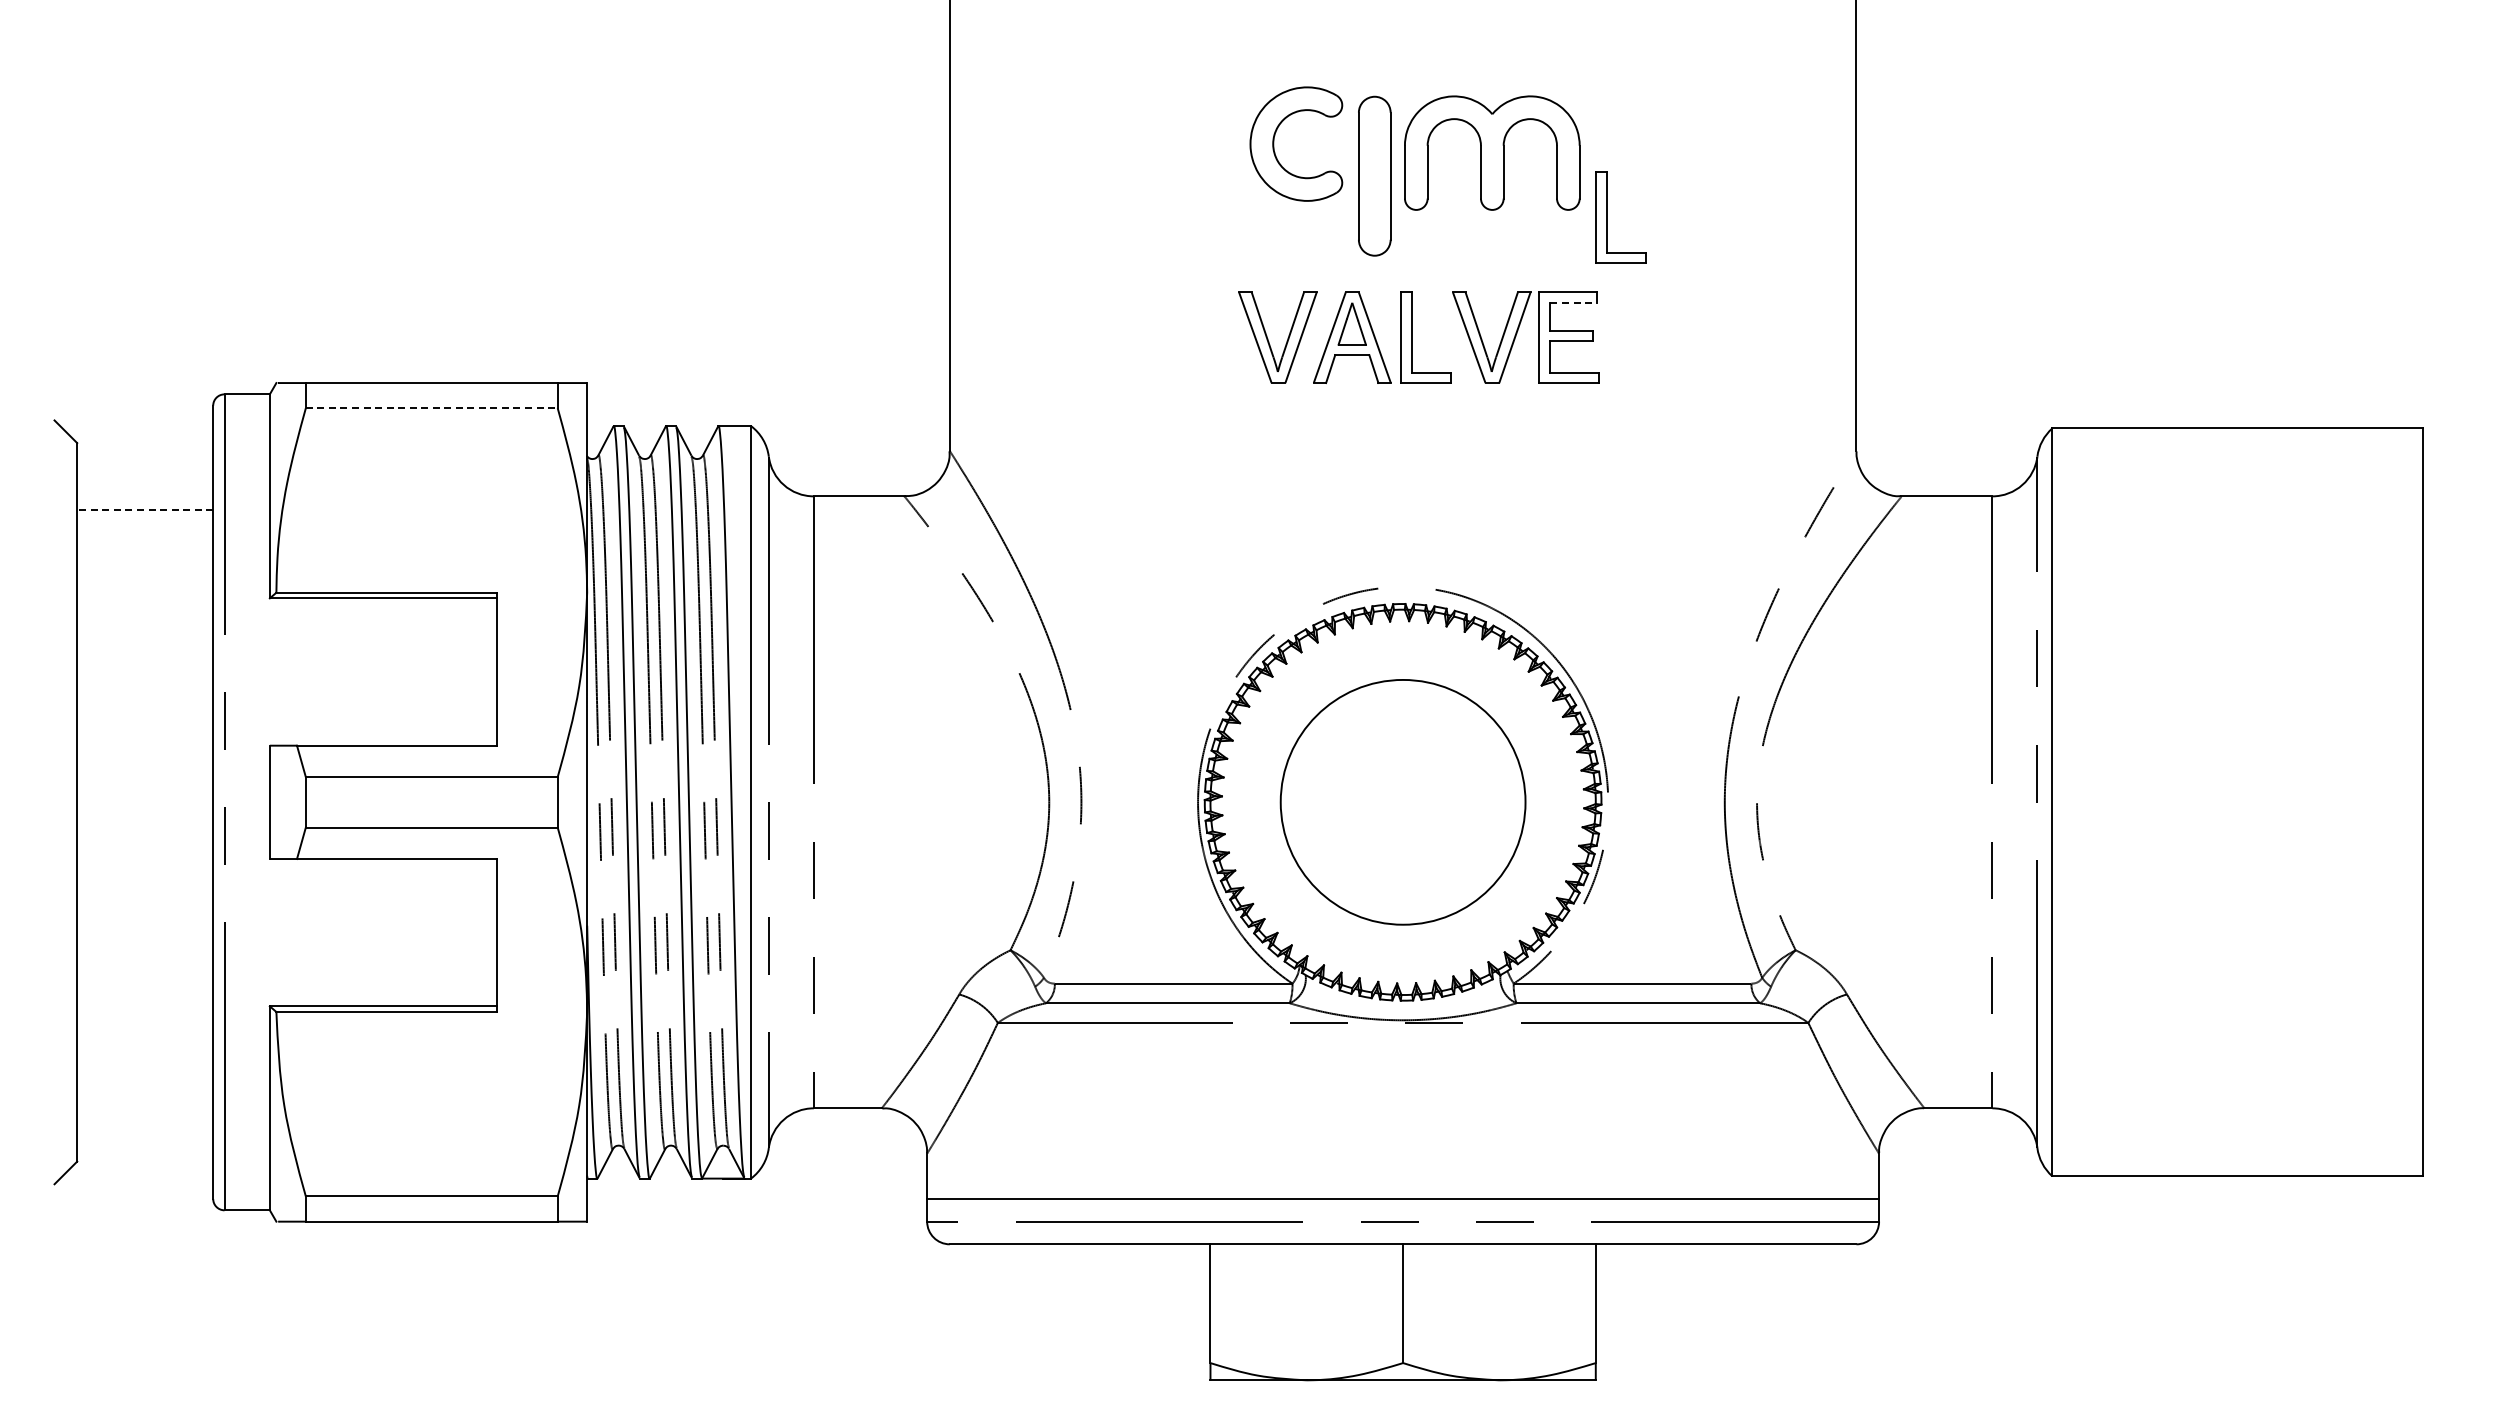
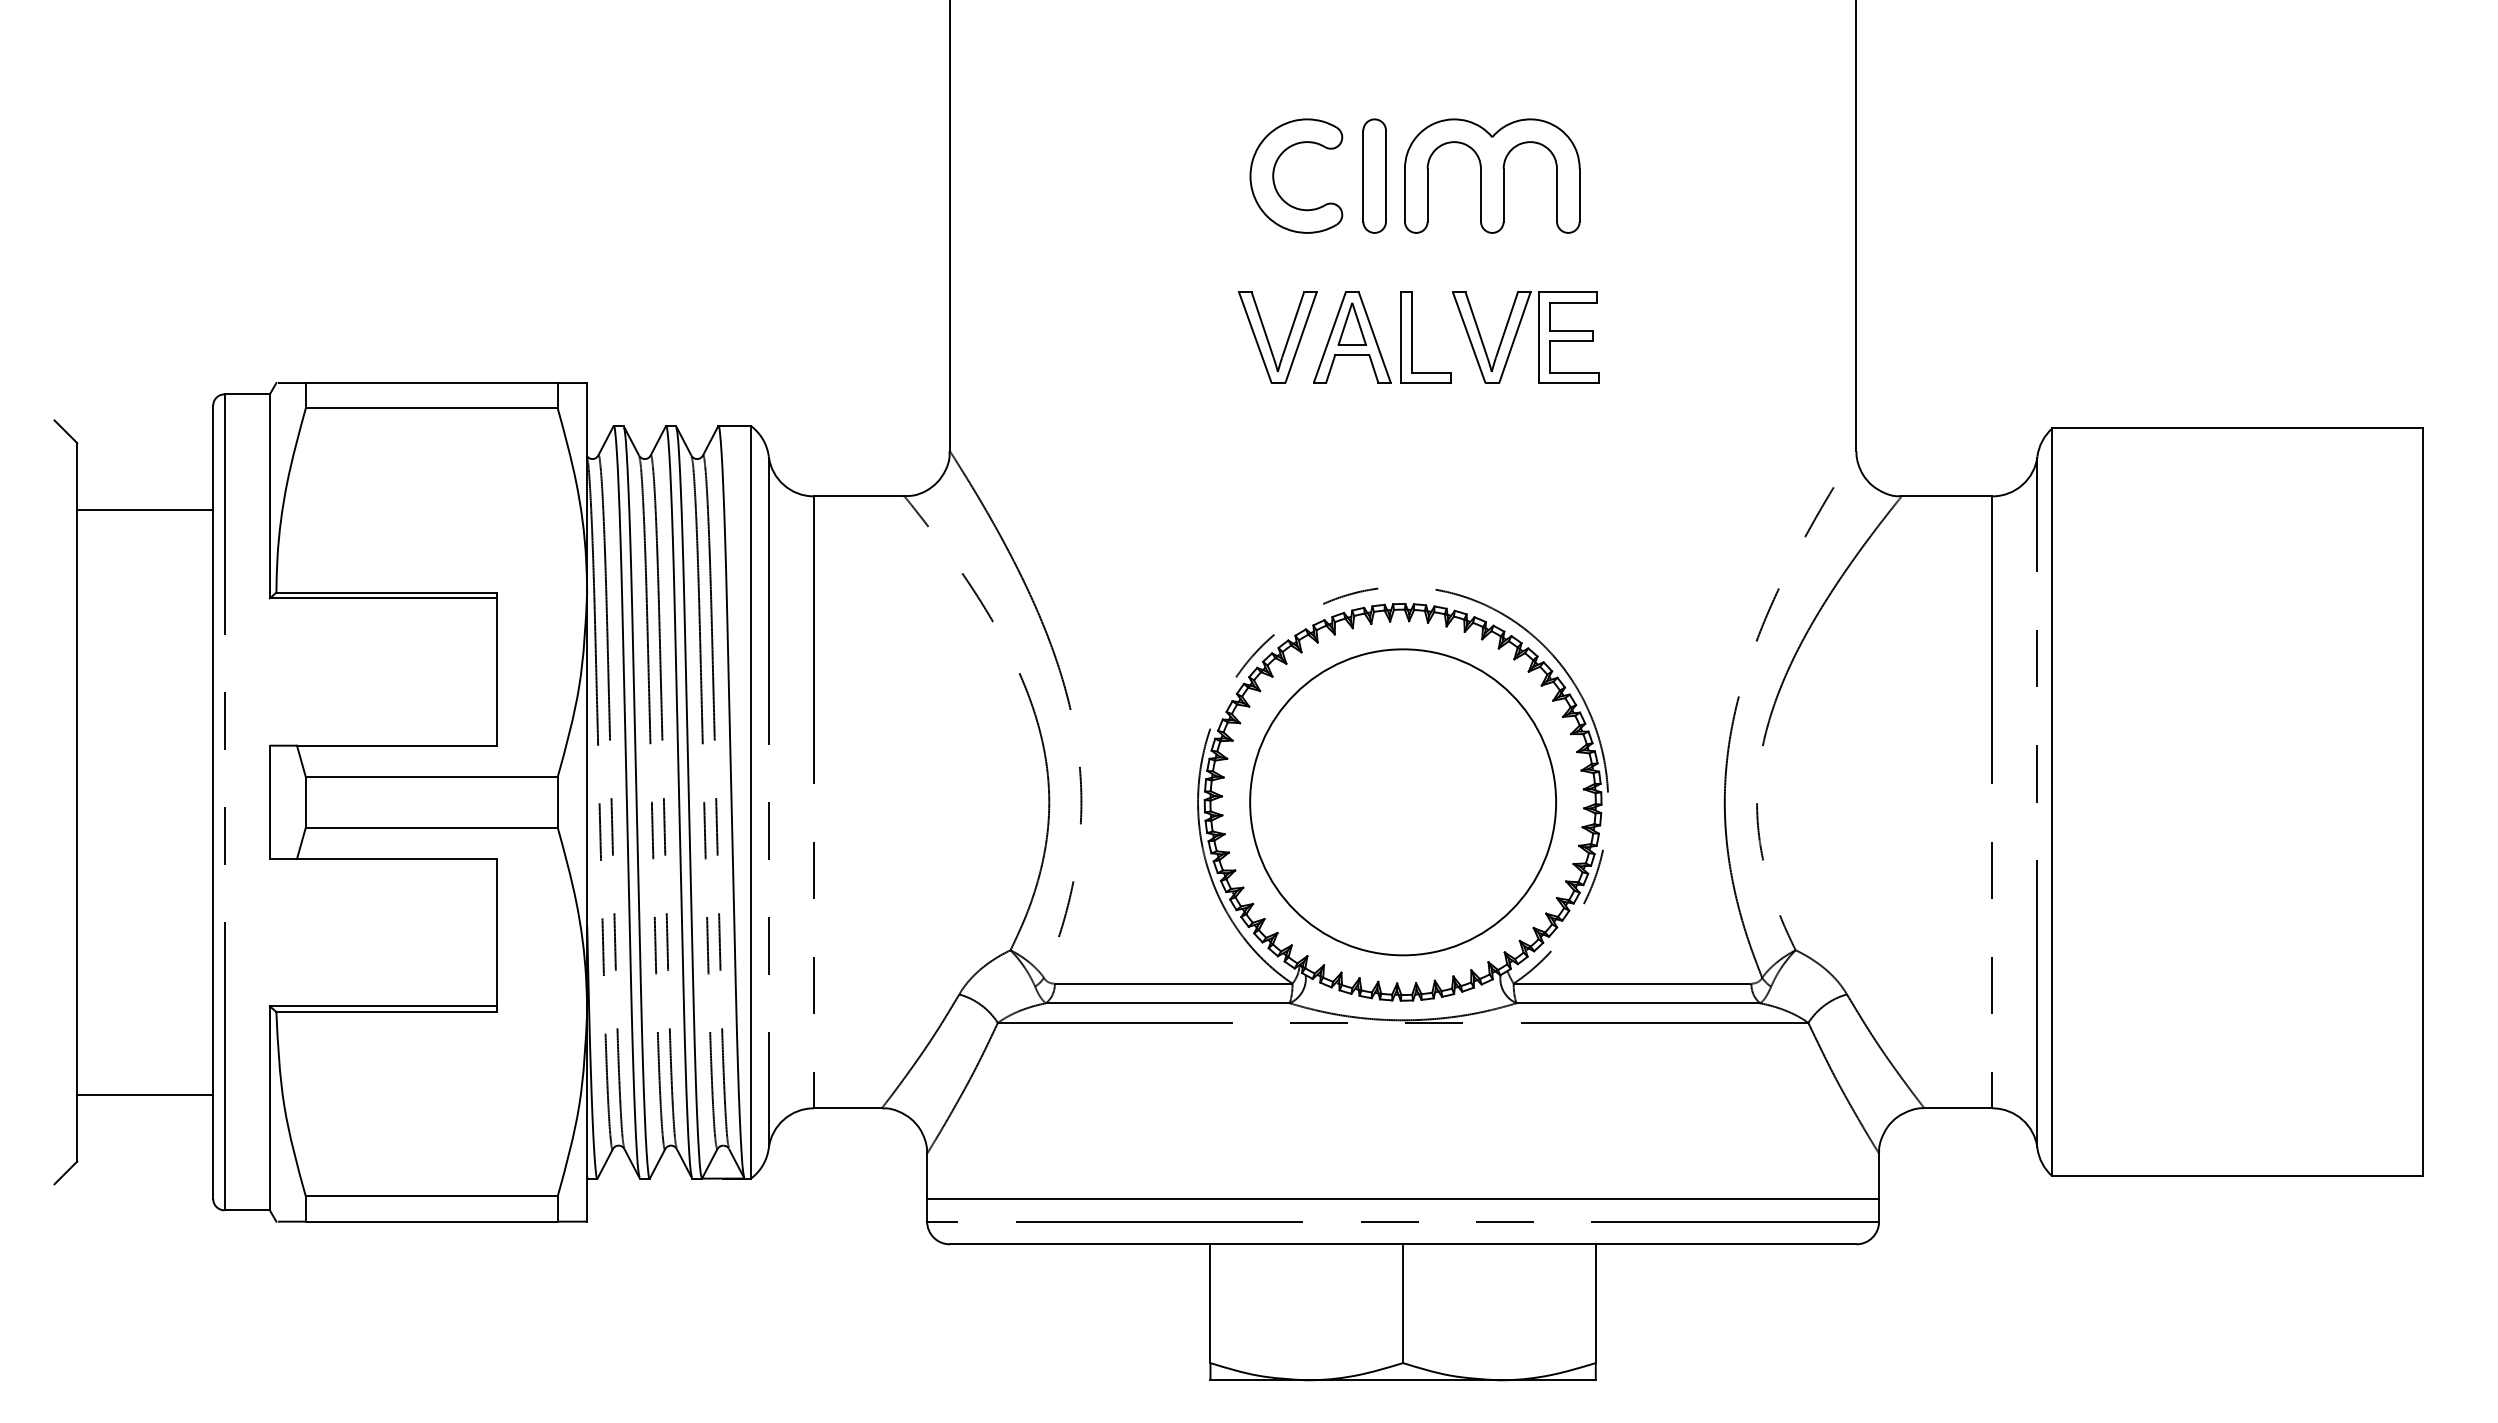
part at (1274, 143) position: (1274, 143) -> (1274, 175)
part at (1492, 152) position: (1492, 152) -> (1492, 175)
part at (1374, 175) size: 34x162 px -> 25x116 px
part at (1607, 217): present -> none
line at (1574, 302): dashed -> solid
line at (431, 408): dashed -> solid
line at (145, 509): dashed -> solid
circle at (1402, 801) diameter: 245 px -> 306 px
line at (145, 1094): none -> present
